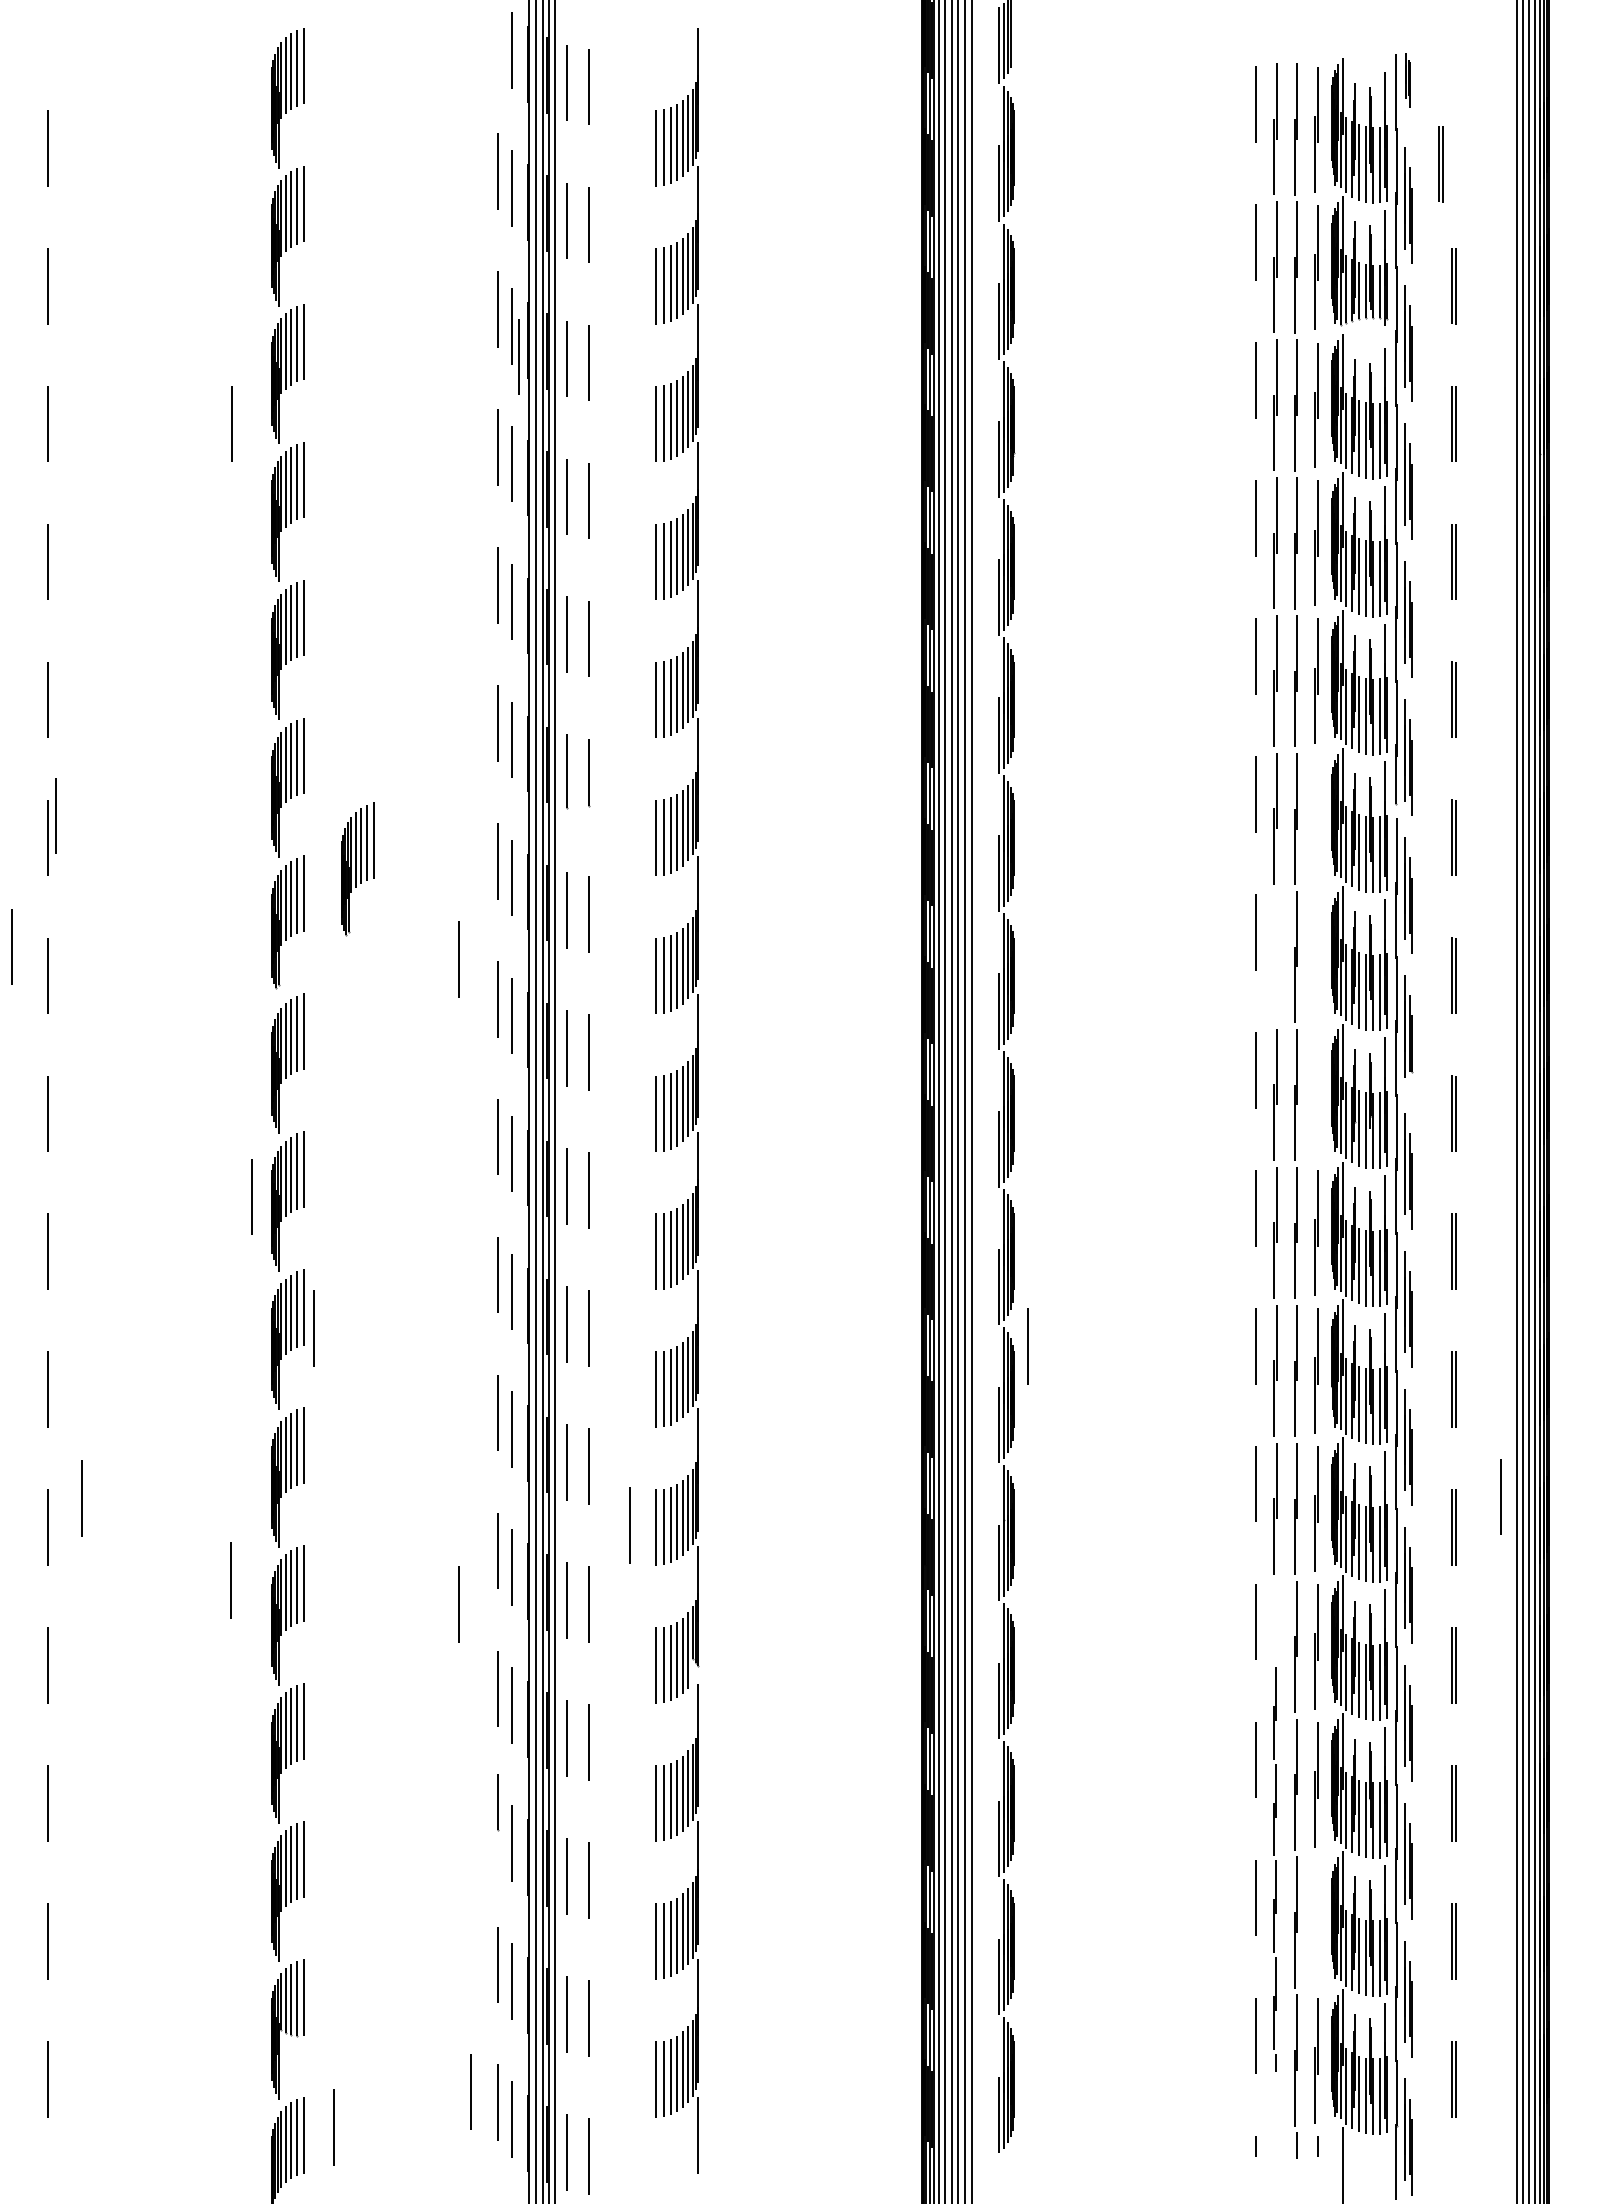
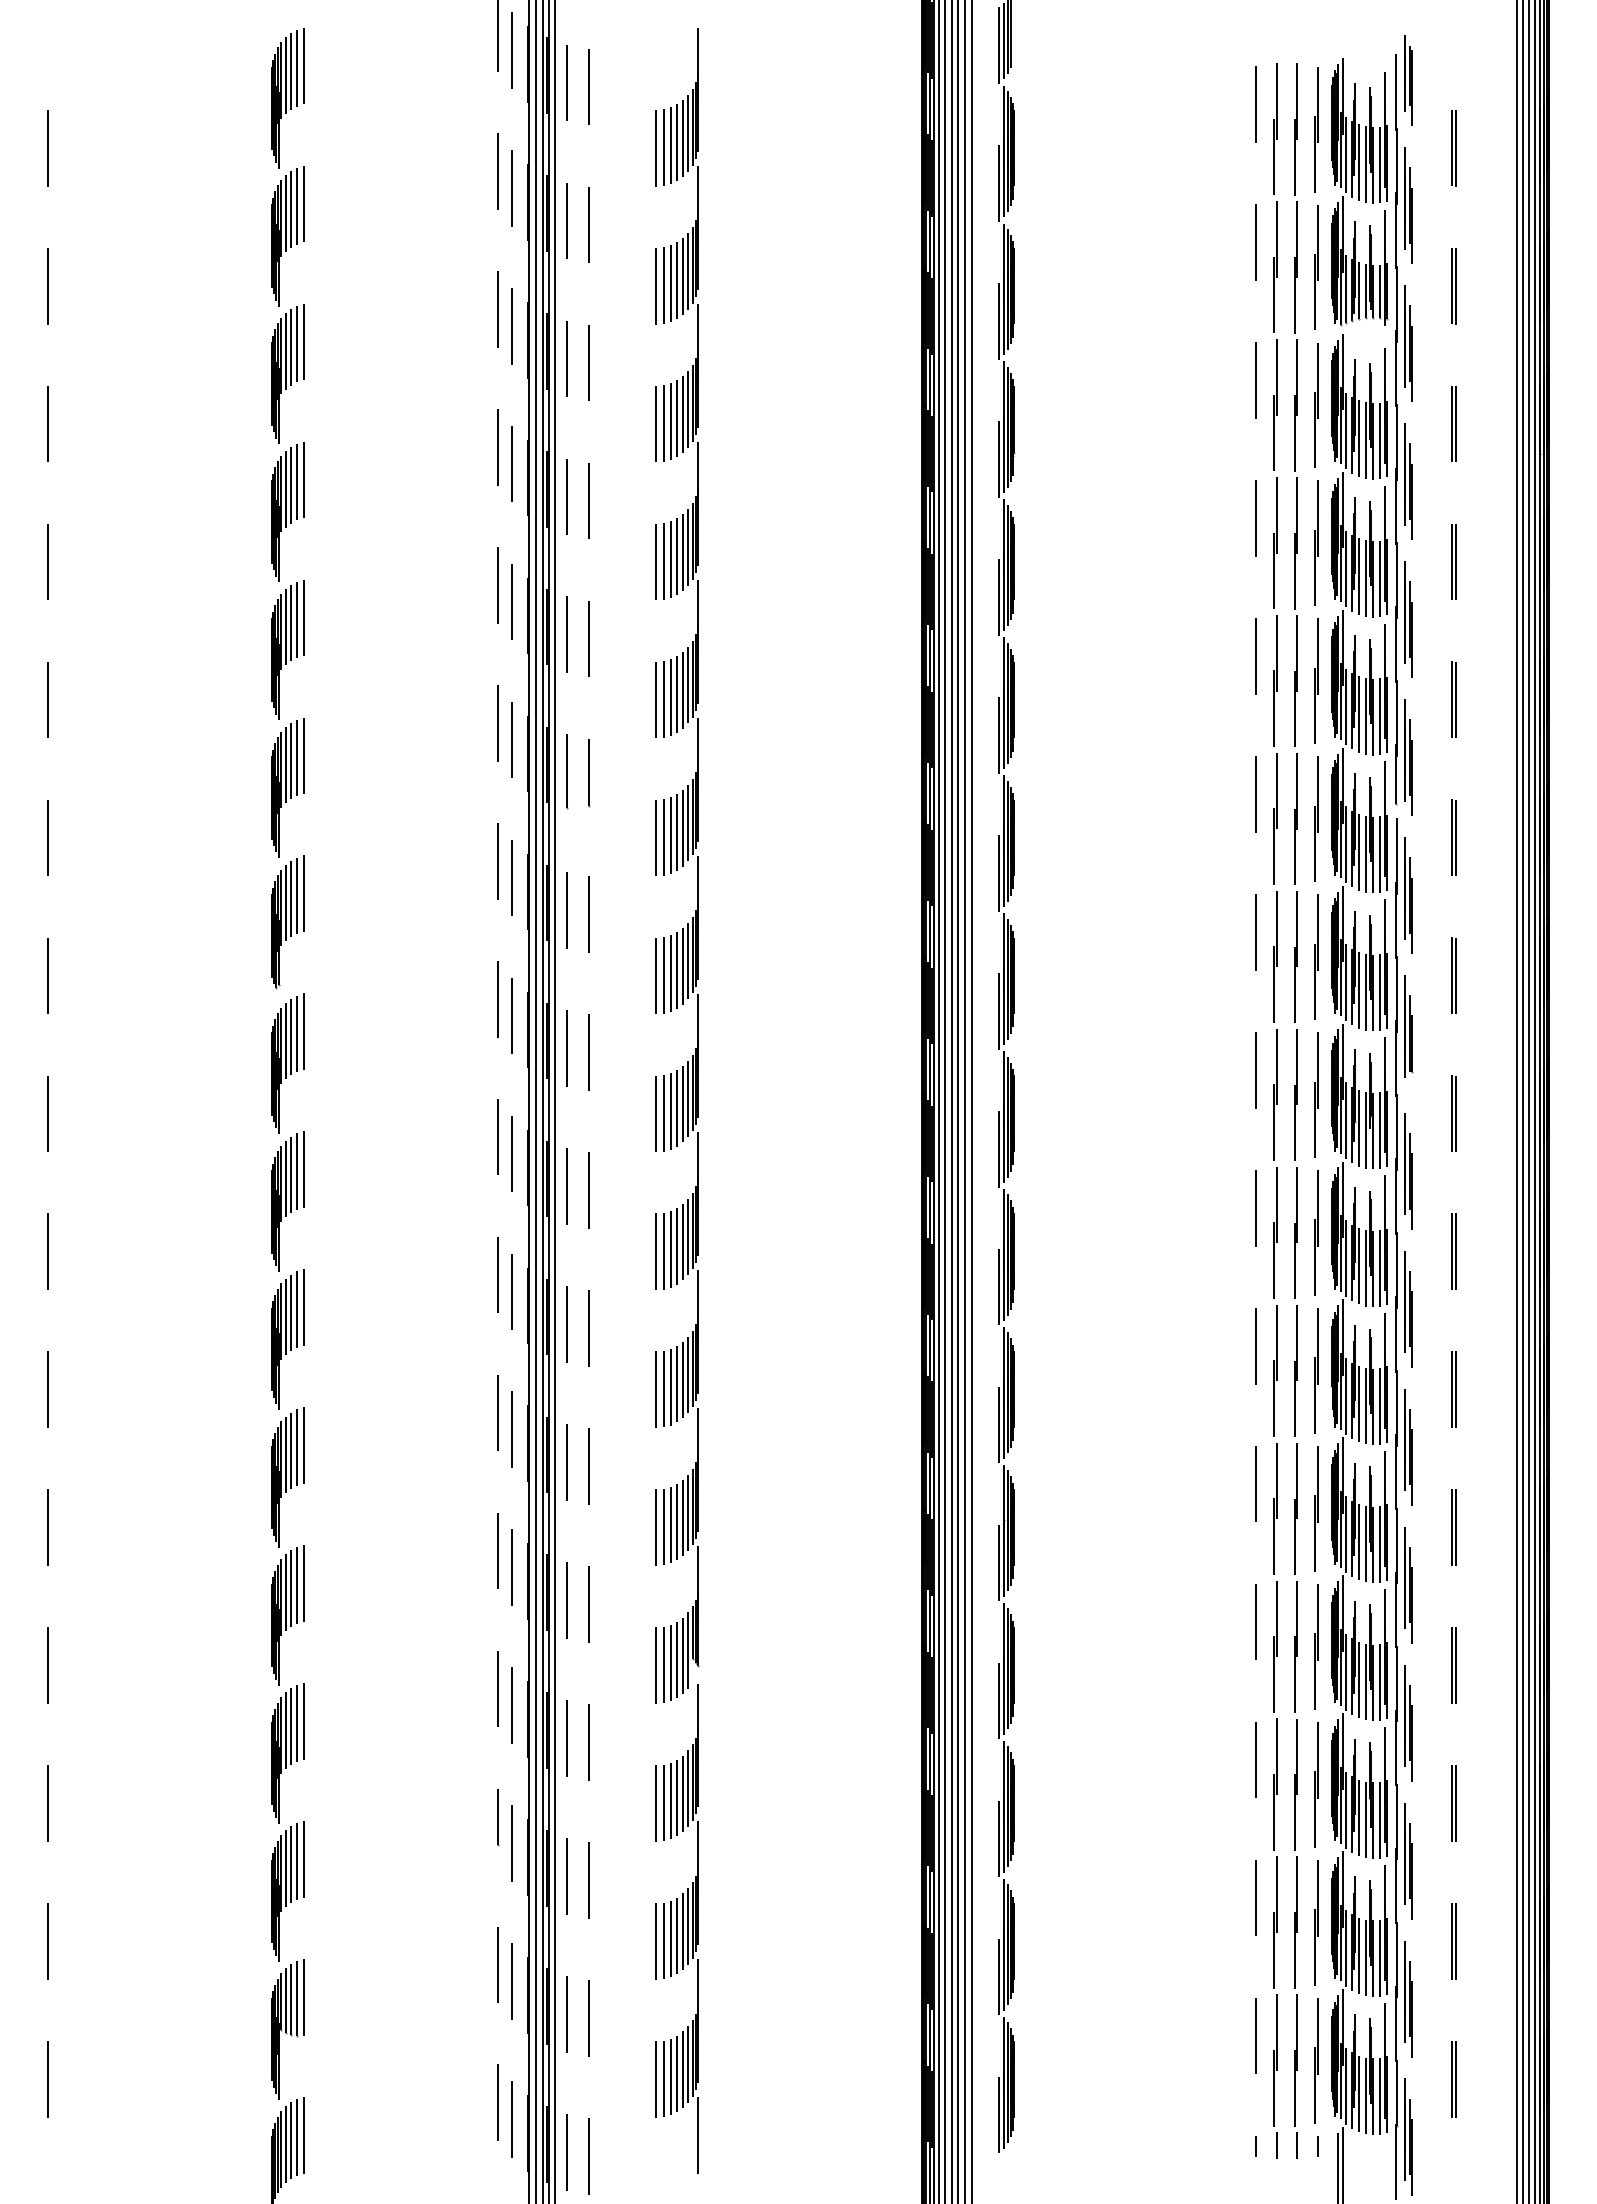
line at (498, 36): none -> present
part at (1407, 80) size: 6x55 px -> 9x91 px
part at (1440, 164) position: (1440, 164) -> (1453, 148)
line at (518, 356): present -> none
line at (231, 423): present -> none
line at (55, 815): present -> none
part at (1316, 818): none -> present
part at (357, 869): present -> none
line at (11, 946): present -> none
part at (1275, 956): none -> present
part at (1316, 956): none -> present
line at (458, 959): present -> none
part at (1316, 1094): none -> present
line at (251, 1196): present -> none
line at (313, 1328): present -> none
line at (1027, 1346): present -> none
line at (1500, 1496): present -> none
line at (81, 1498): present -> none
line at (629, 1525): present -> none
line at (230, 1580): present -> none
line at (458, 1604): present -> none
line at (498, 1802) position: (498, 1802) -> (498, 1817)
part at (1274, 1869) size: 4x405 px -> 5x578 px
part at (1316, 1922): none -> present
line at (470, 2091): present -> none
line at (333, 2127): present -> none
line at (1338, 2166): none -> present
